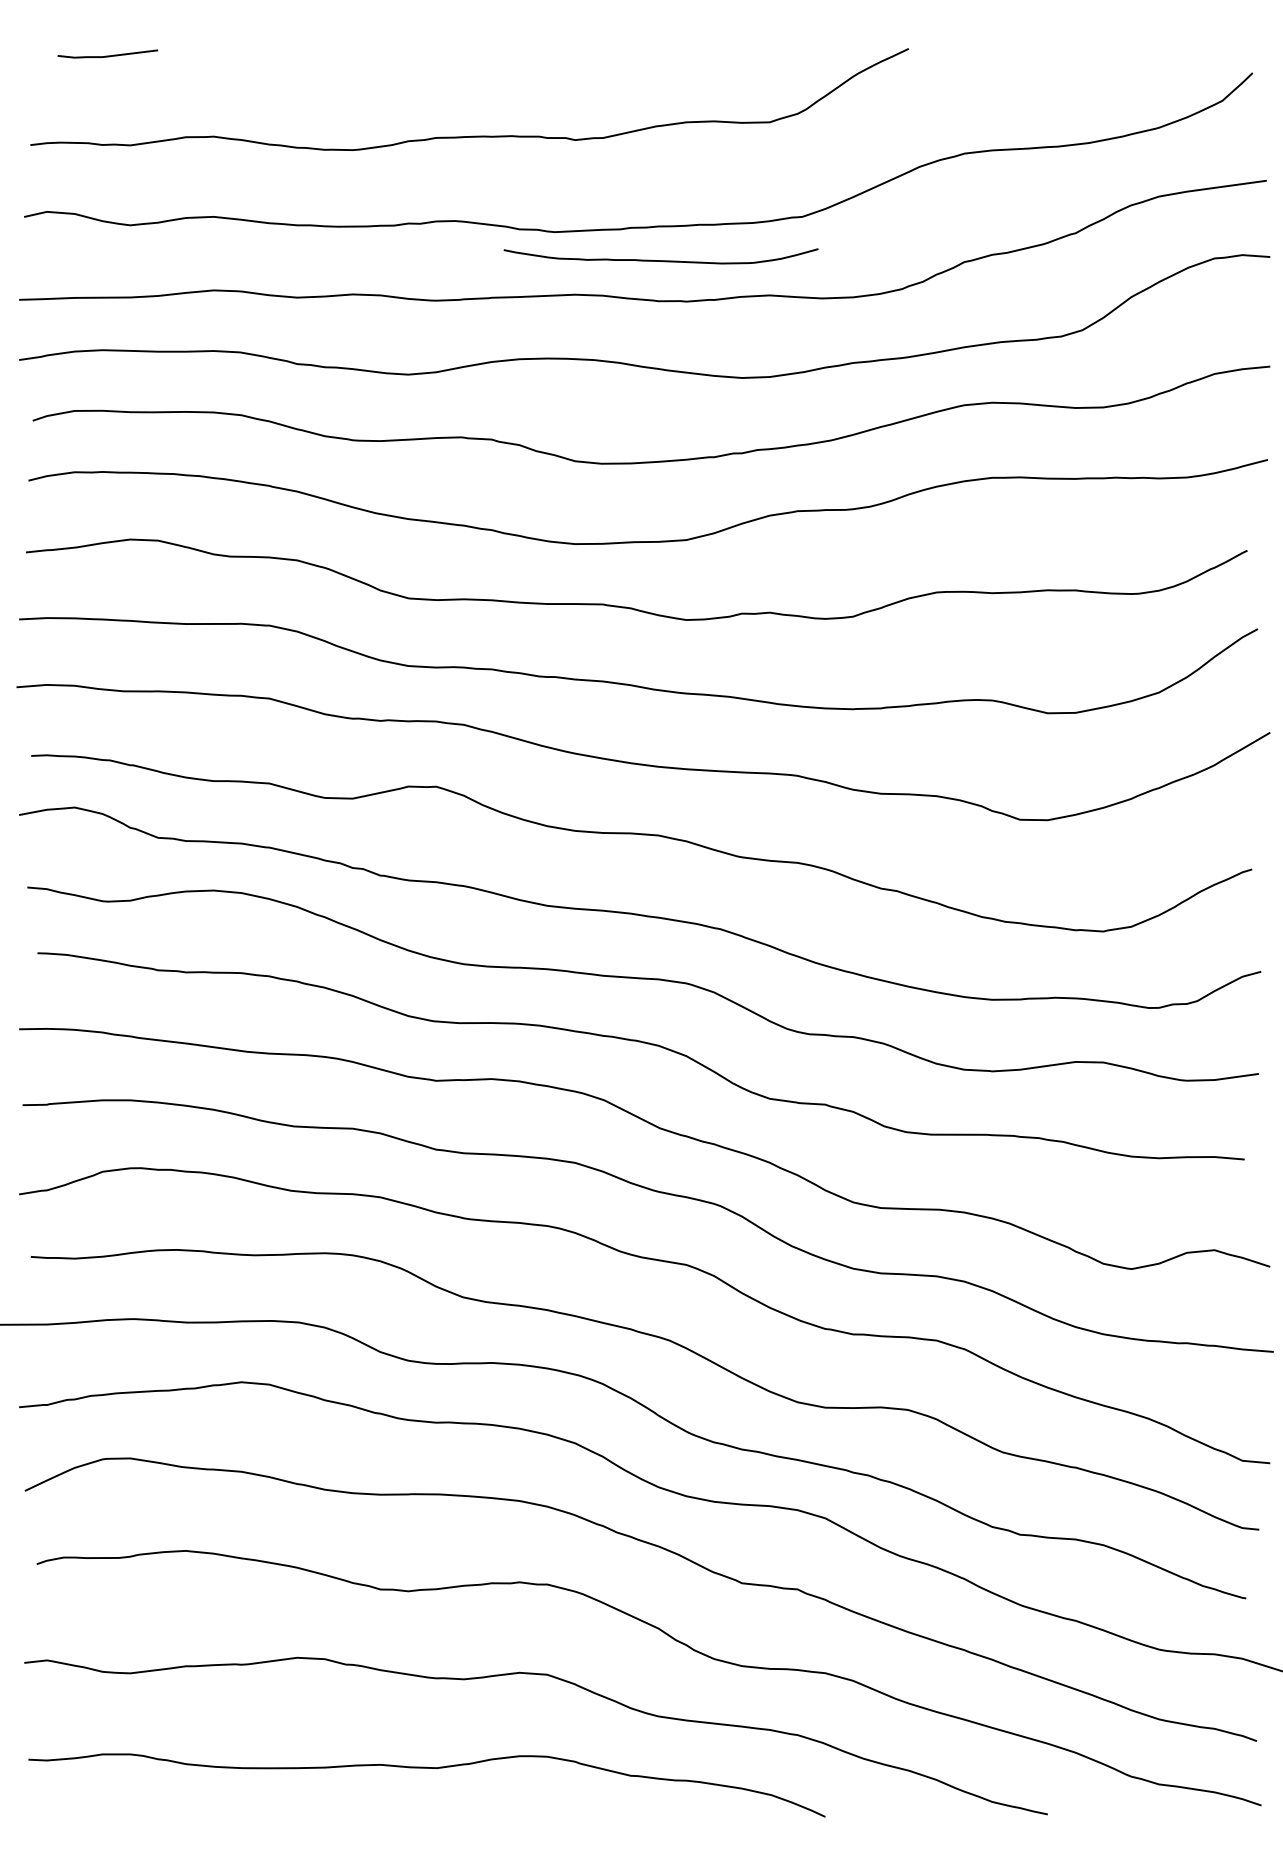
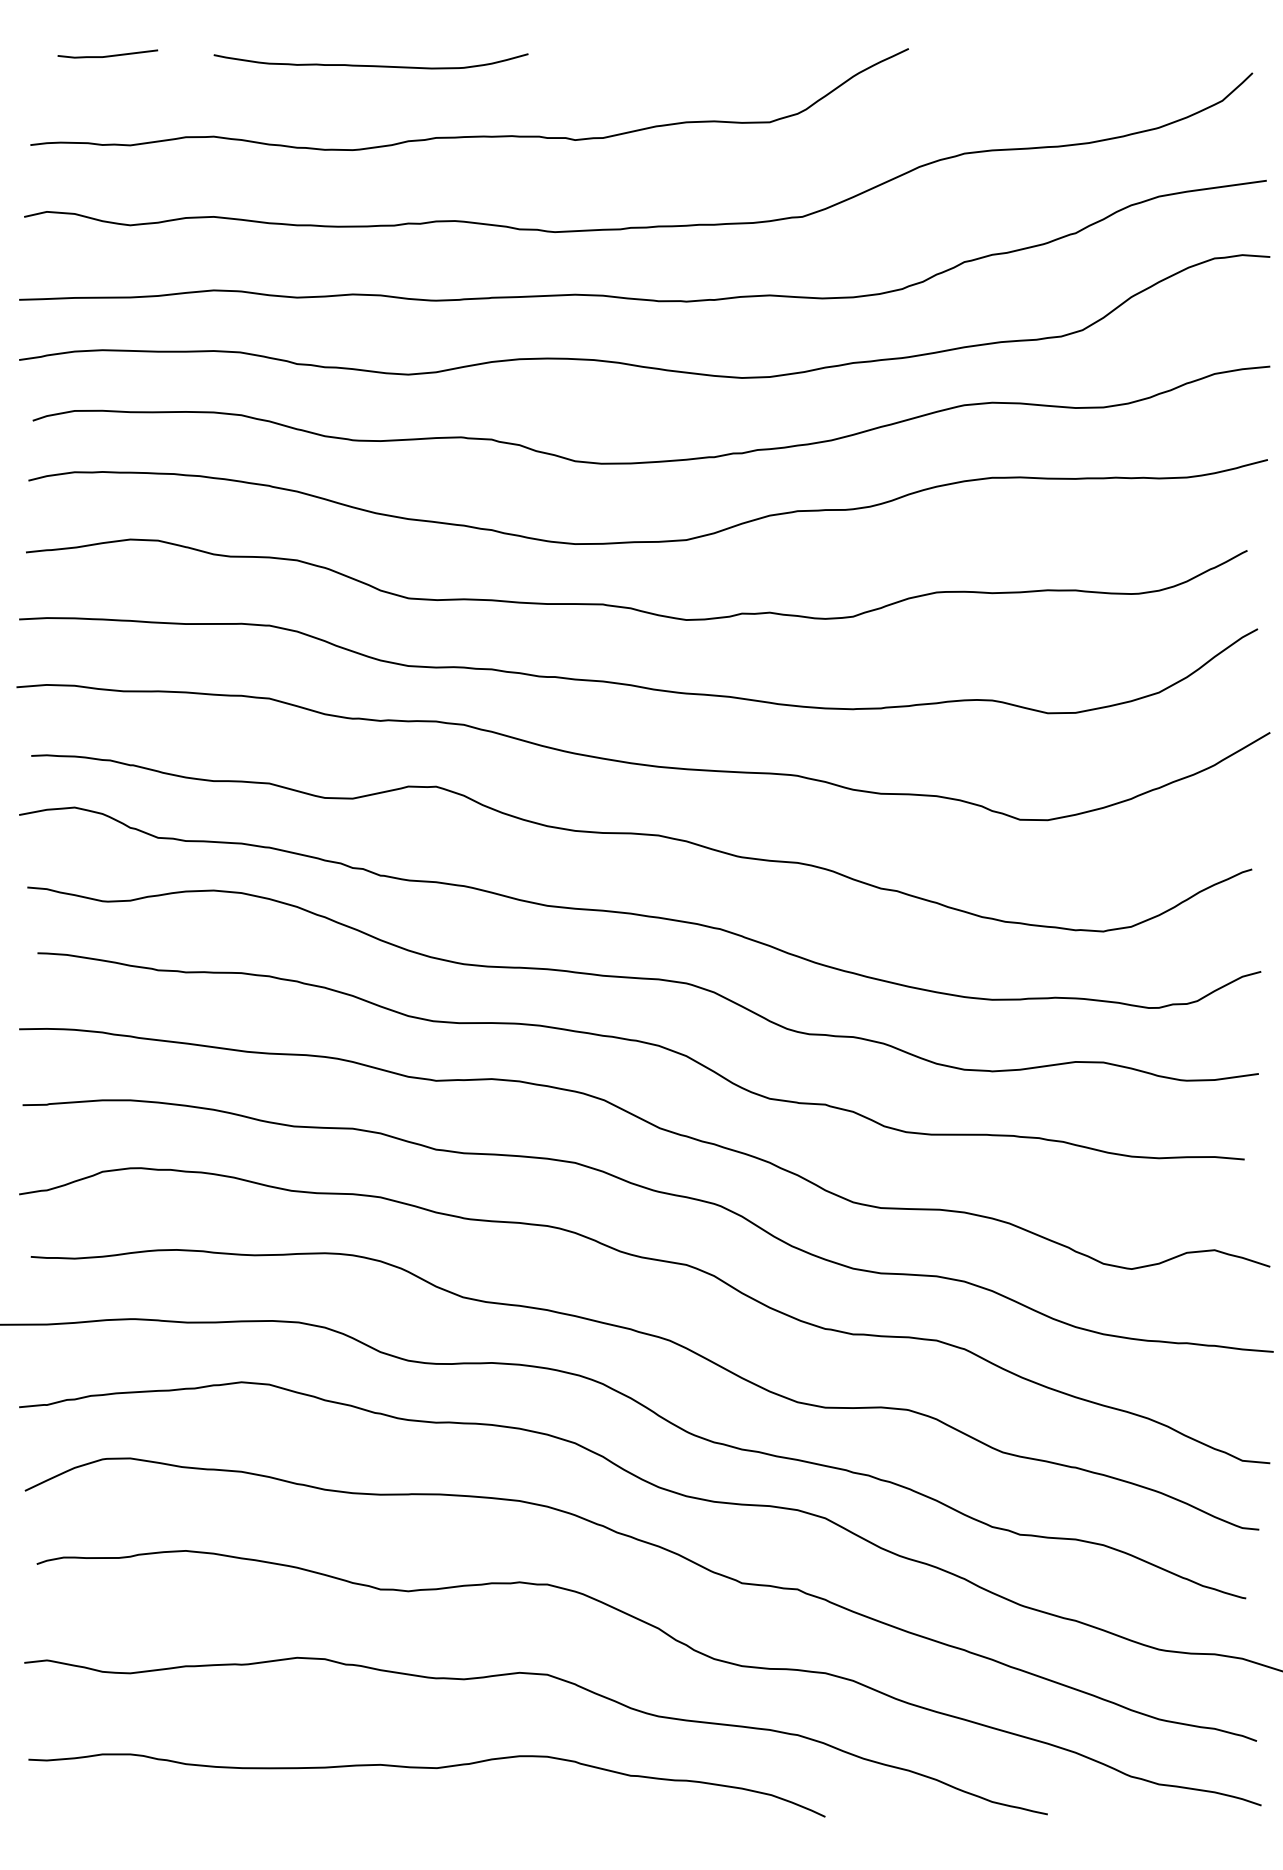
curve at (660, 260) position: (660, 260) -> (370, 65)
